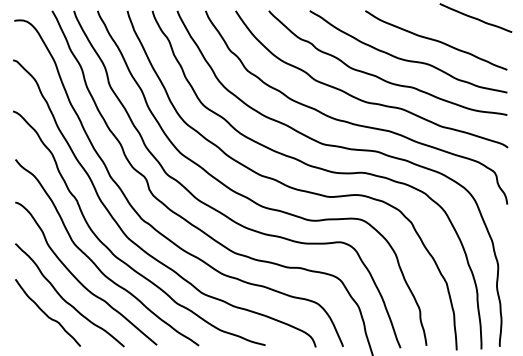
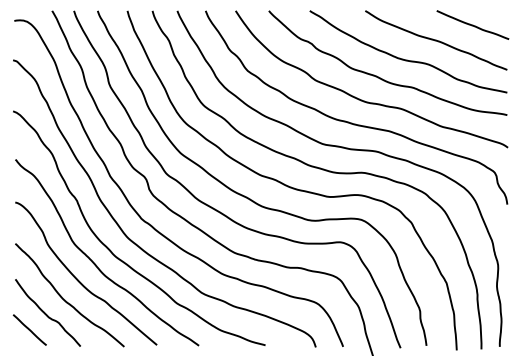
curve at (475, 17) position: (475, 17) -> (472, 24)
line at (29, 329): none -> present
